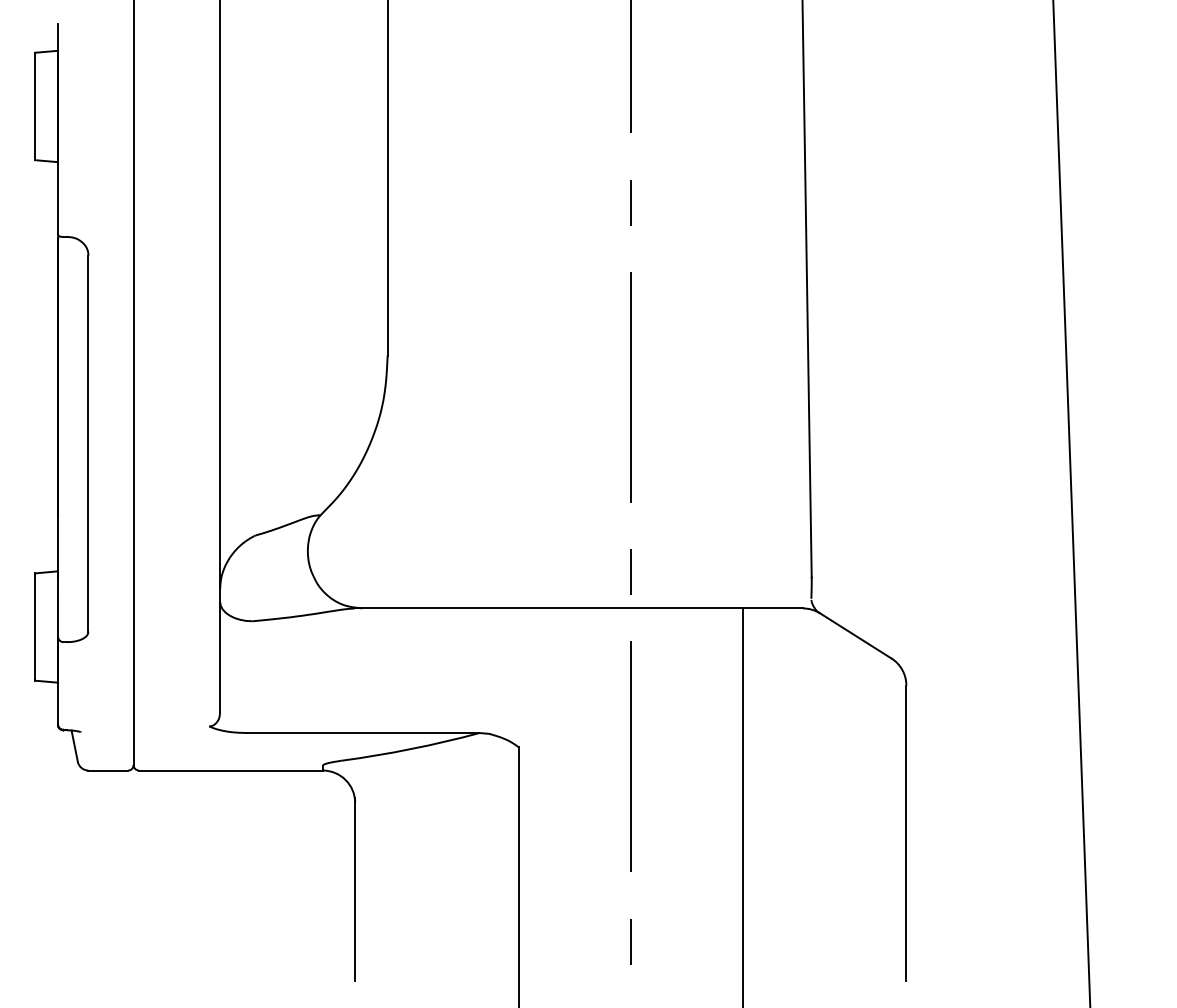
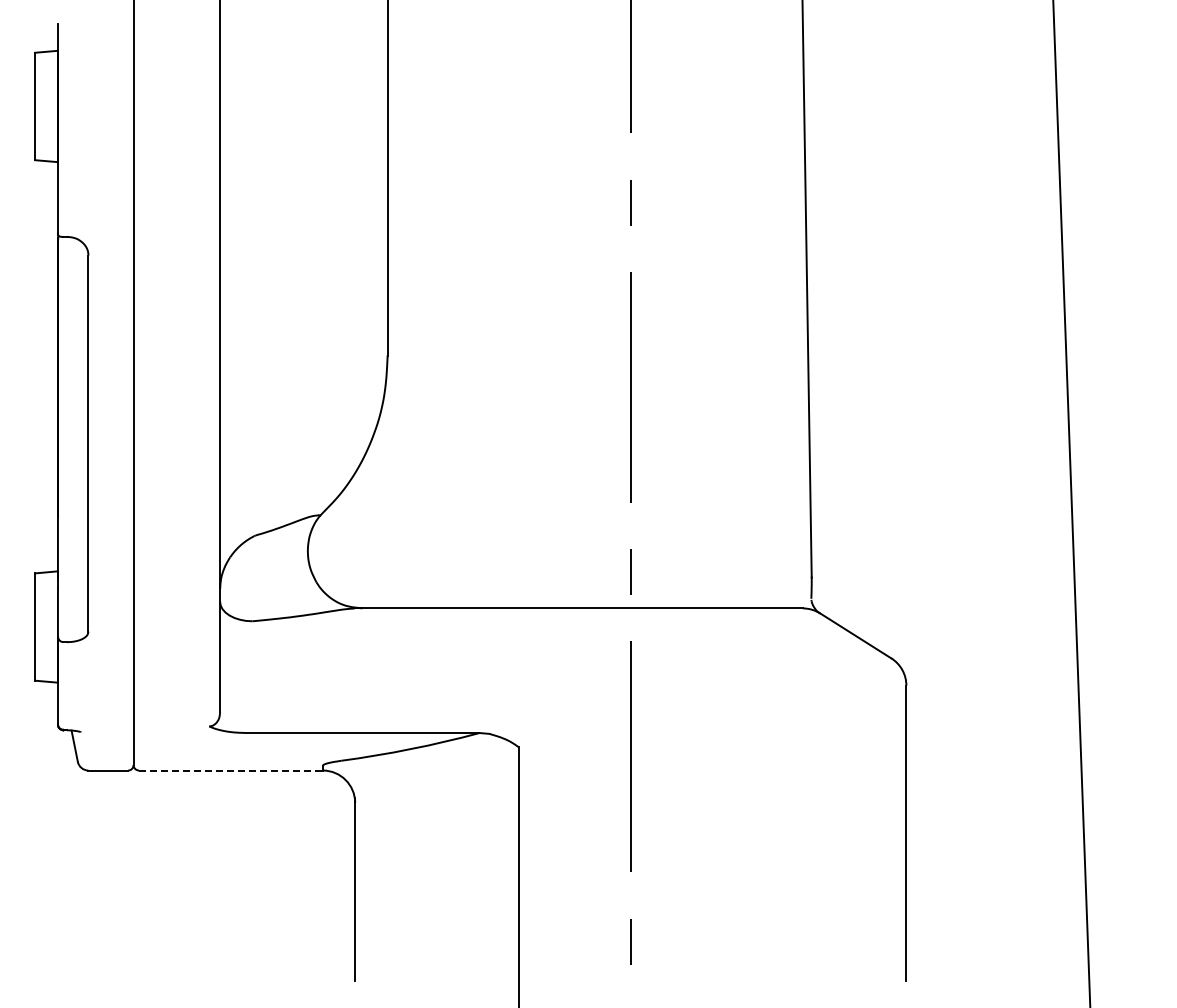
line at (230, 770): solid -> dashed
line at (742, 806): present -> none
